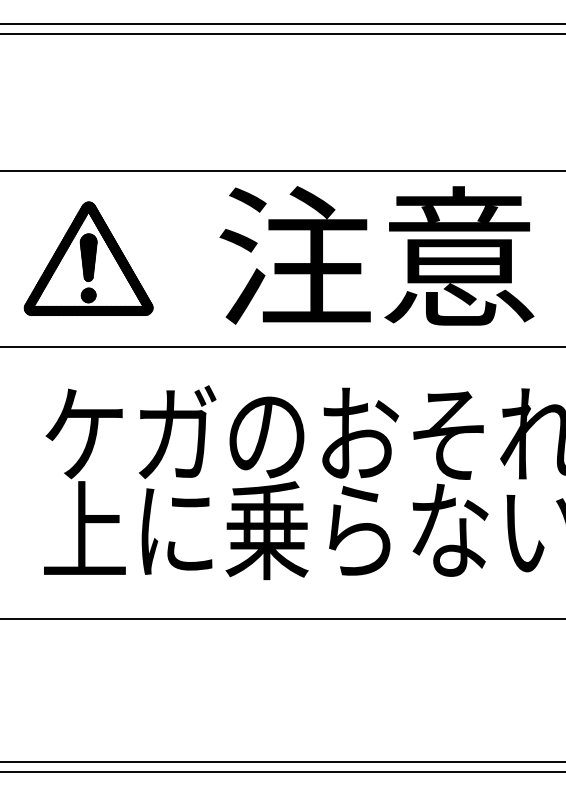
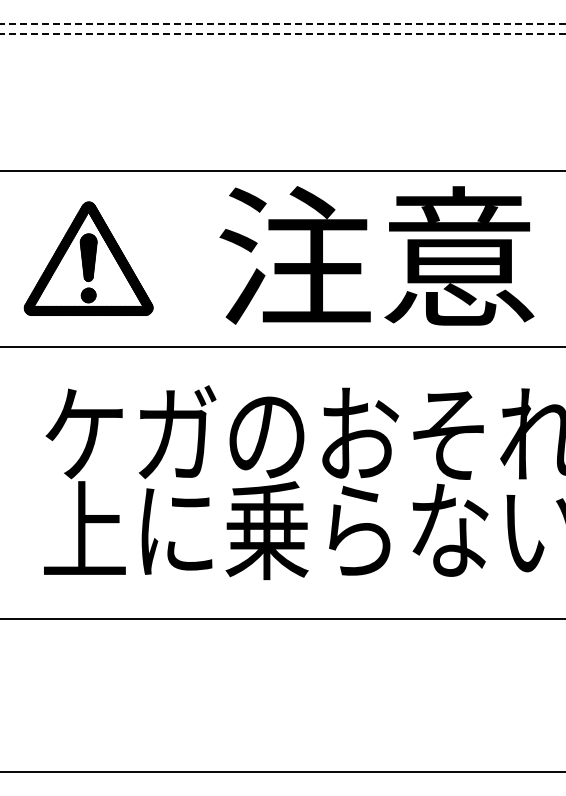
line at (283, 23): solid -> dashed
line at (283, 33): solid -> dashed
line at (282, 762): present -> none
